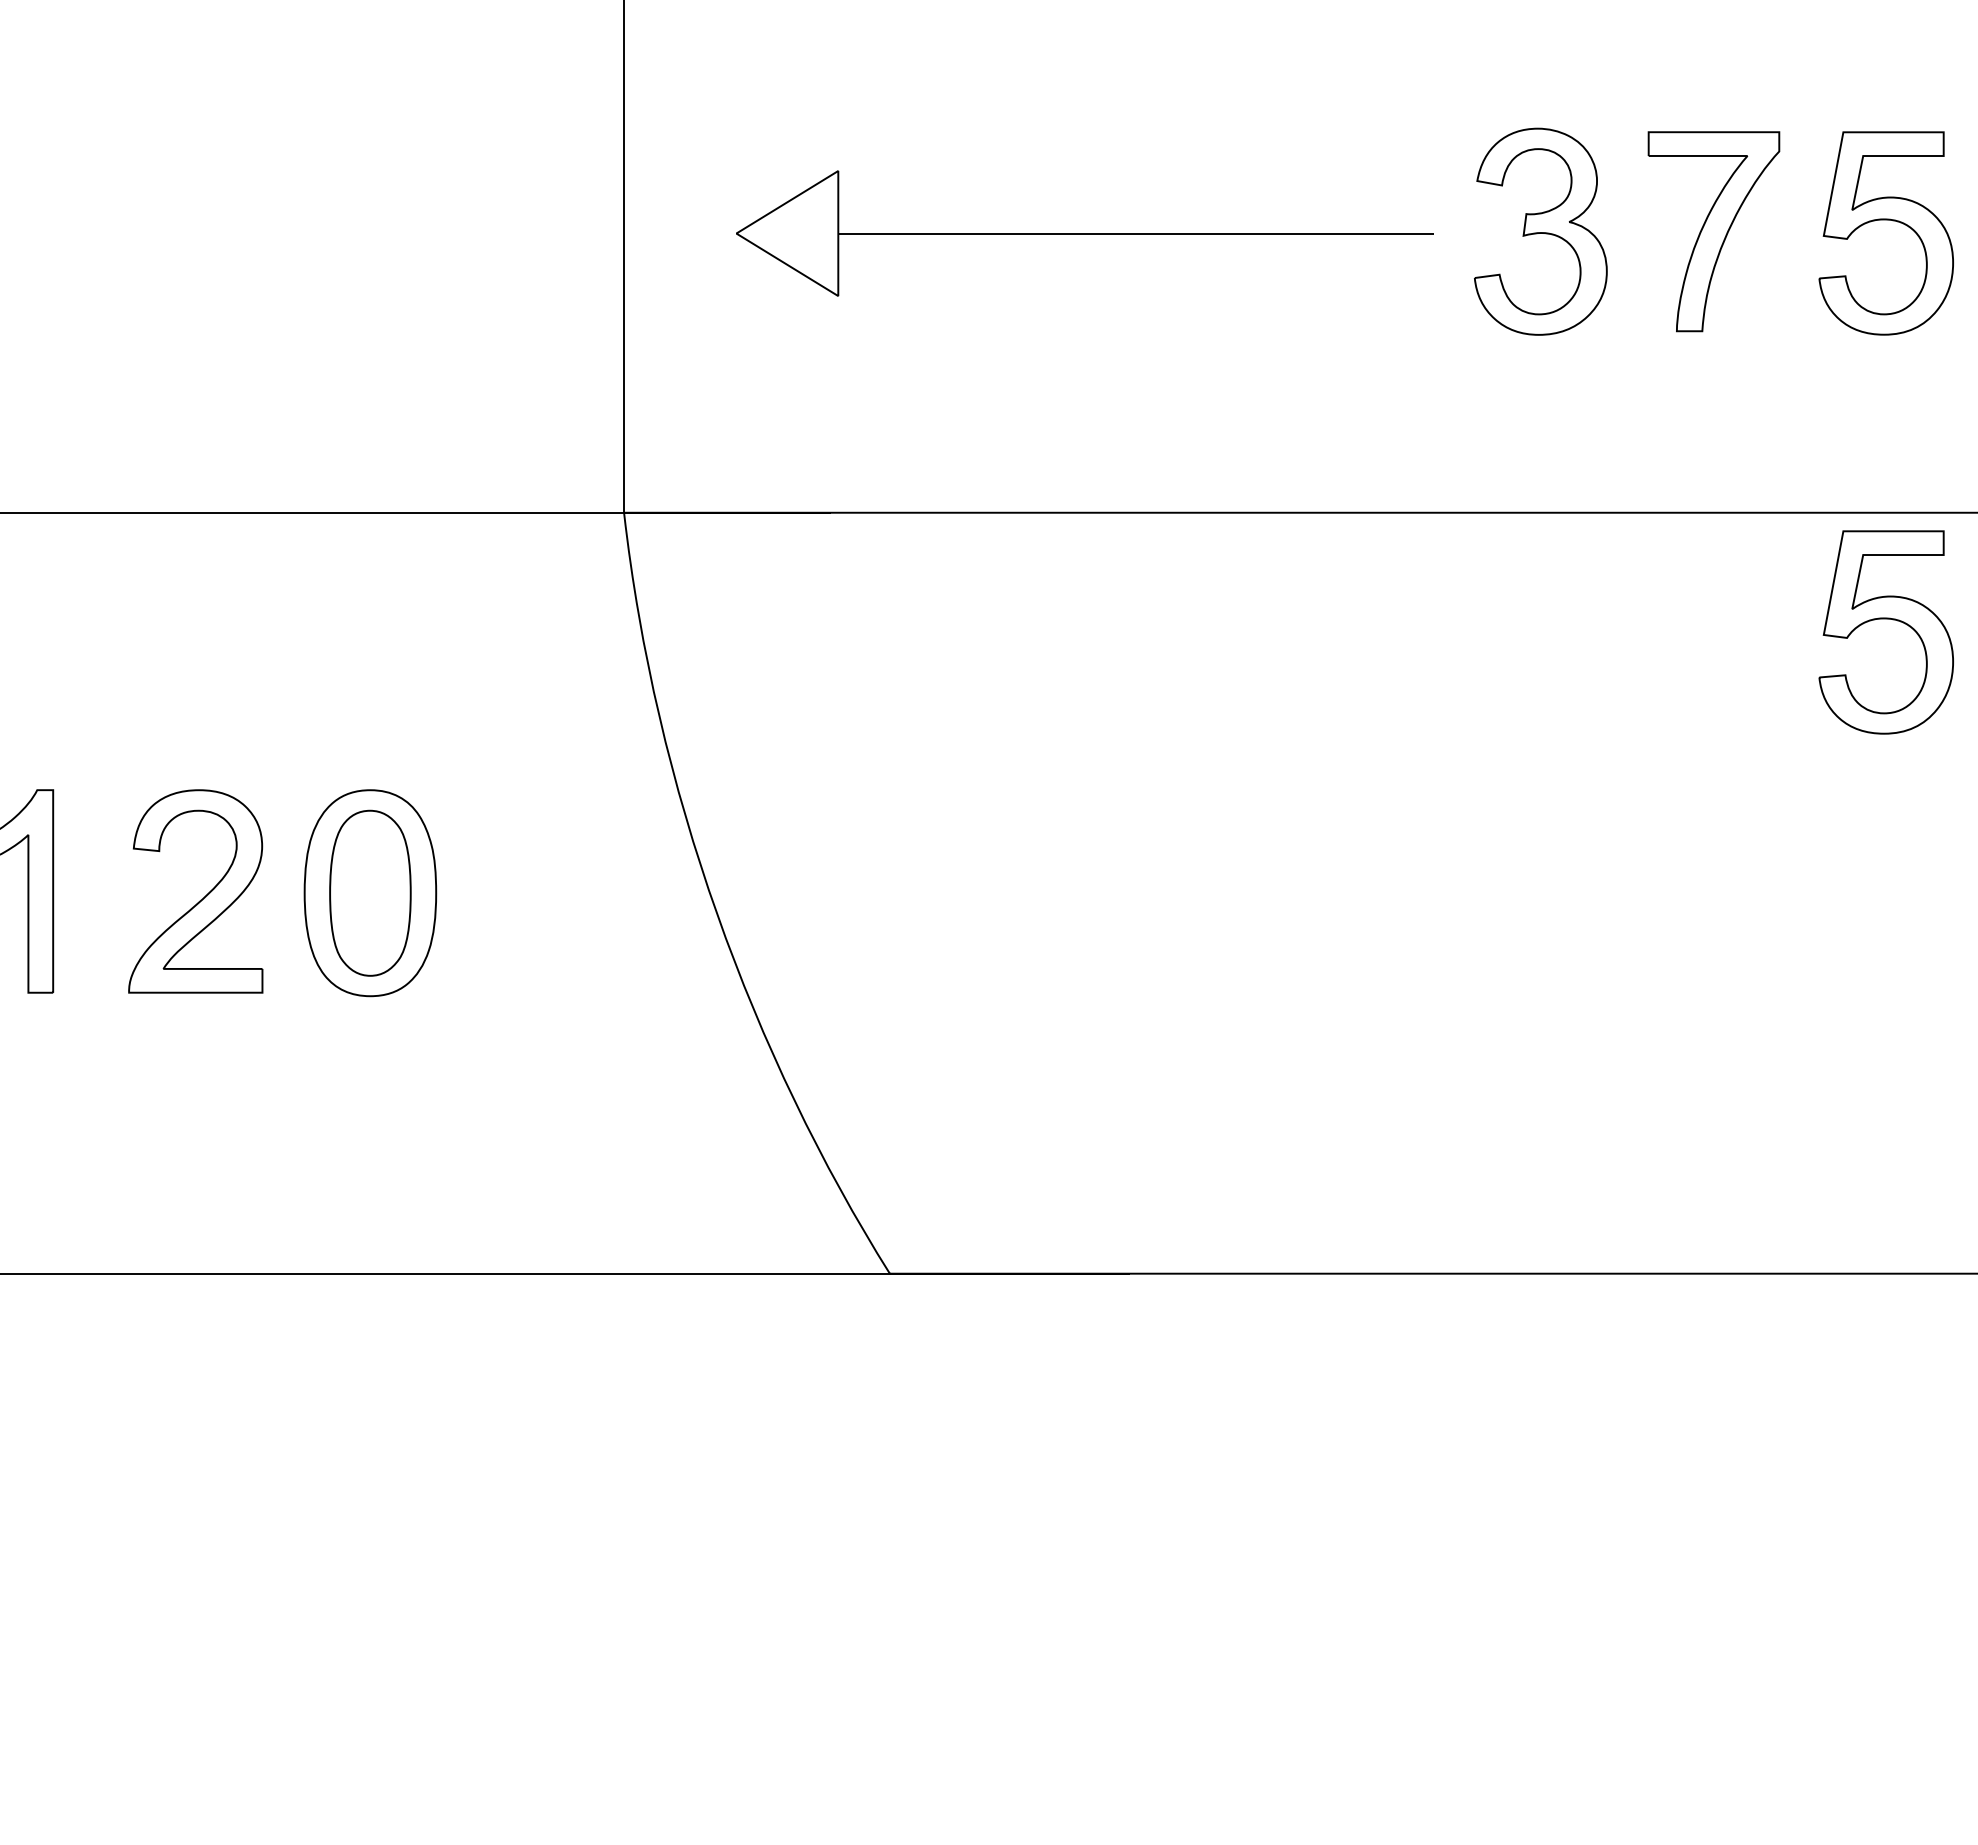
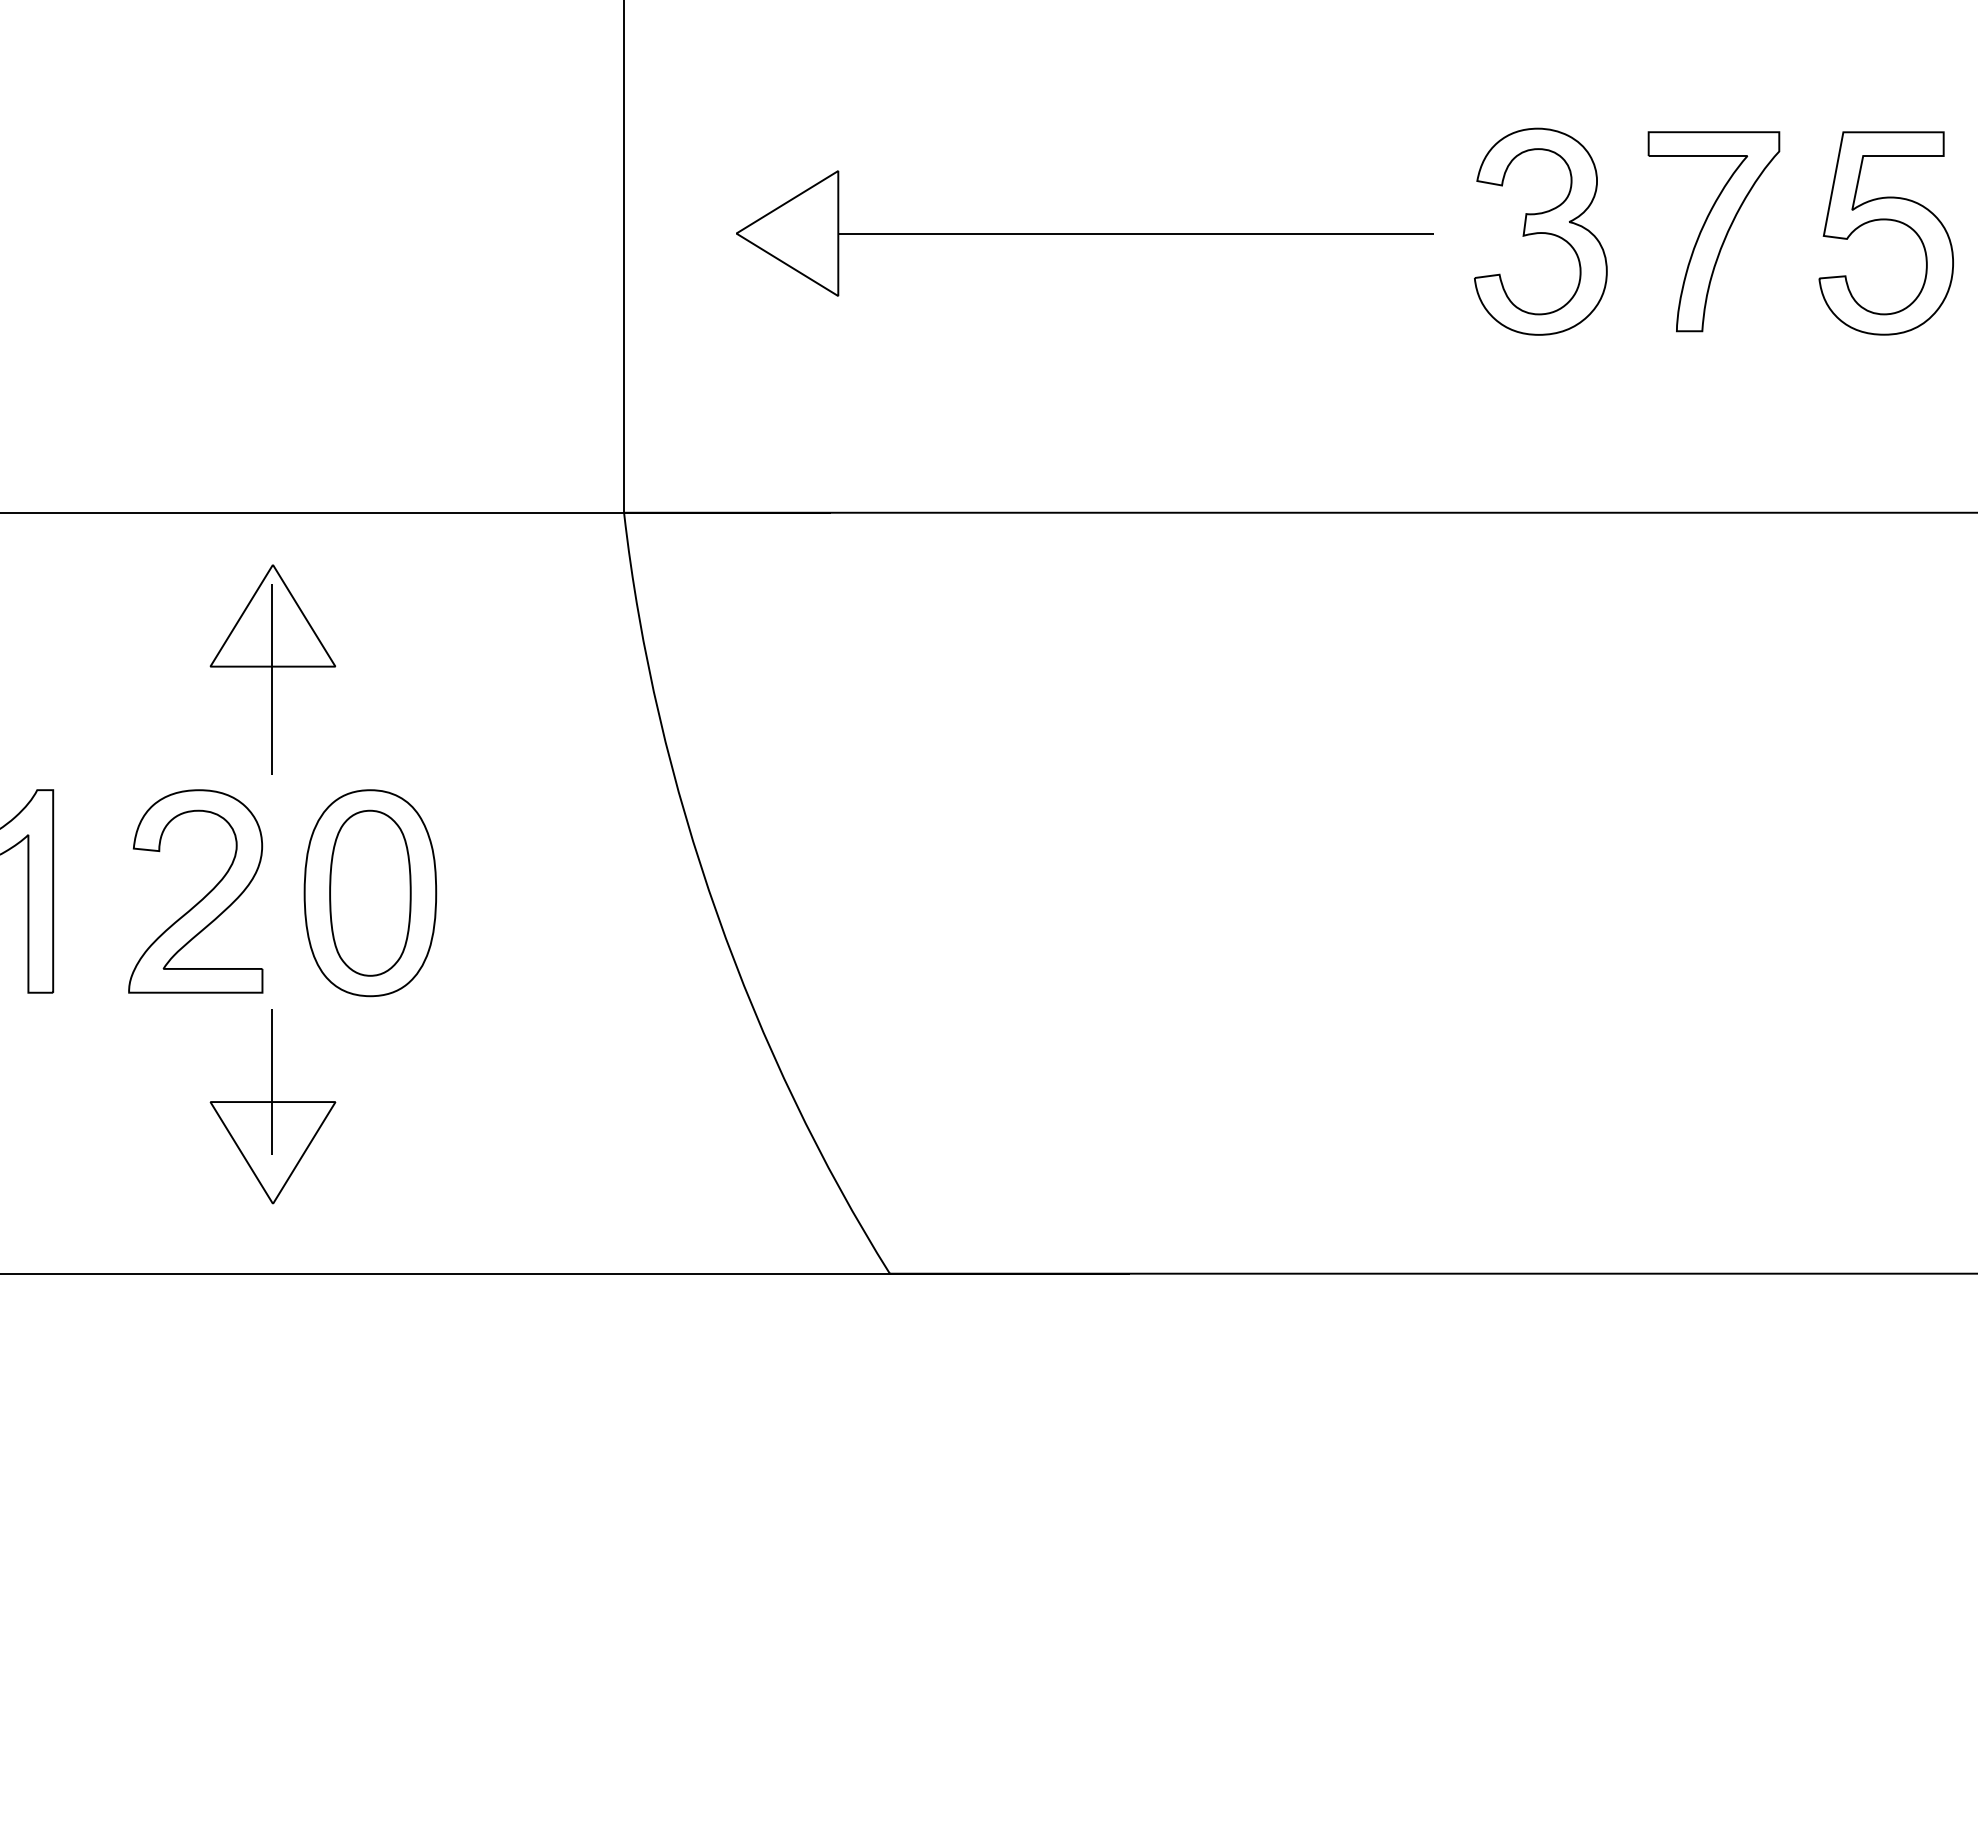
part at (1885, 619): present -> none
part at (272, 669): none -> present
part at (272, 1106): none -> present
